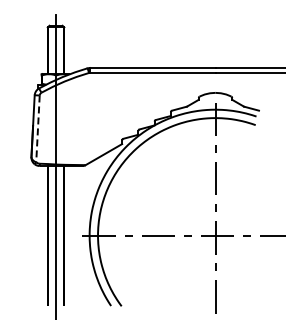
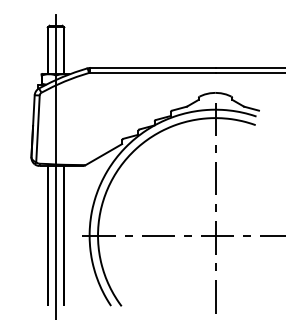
line at (37, 129): dashed -> solid
